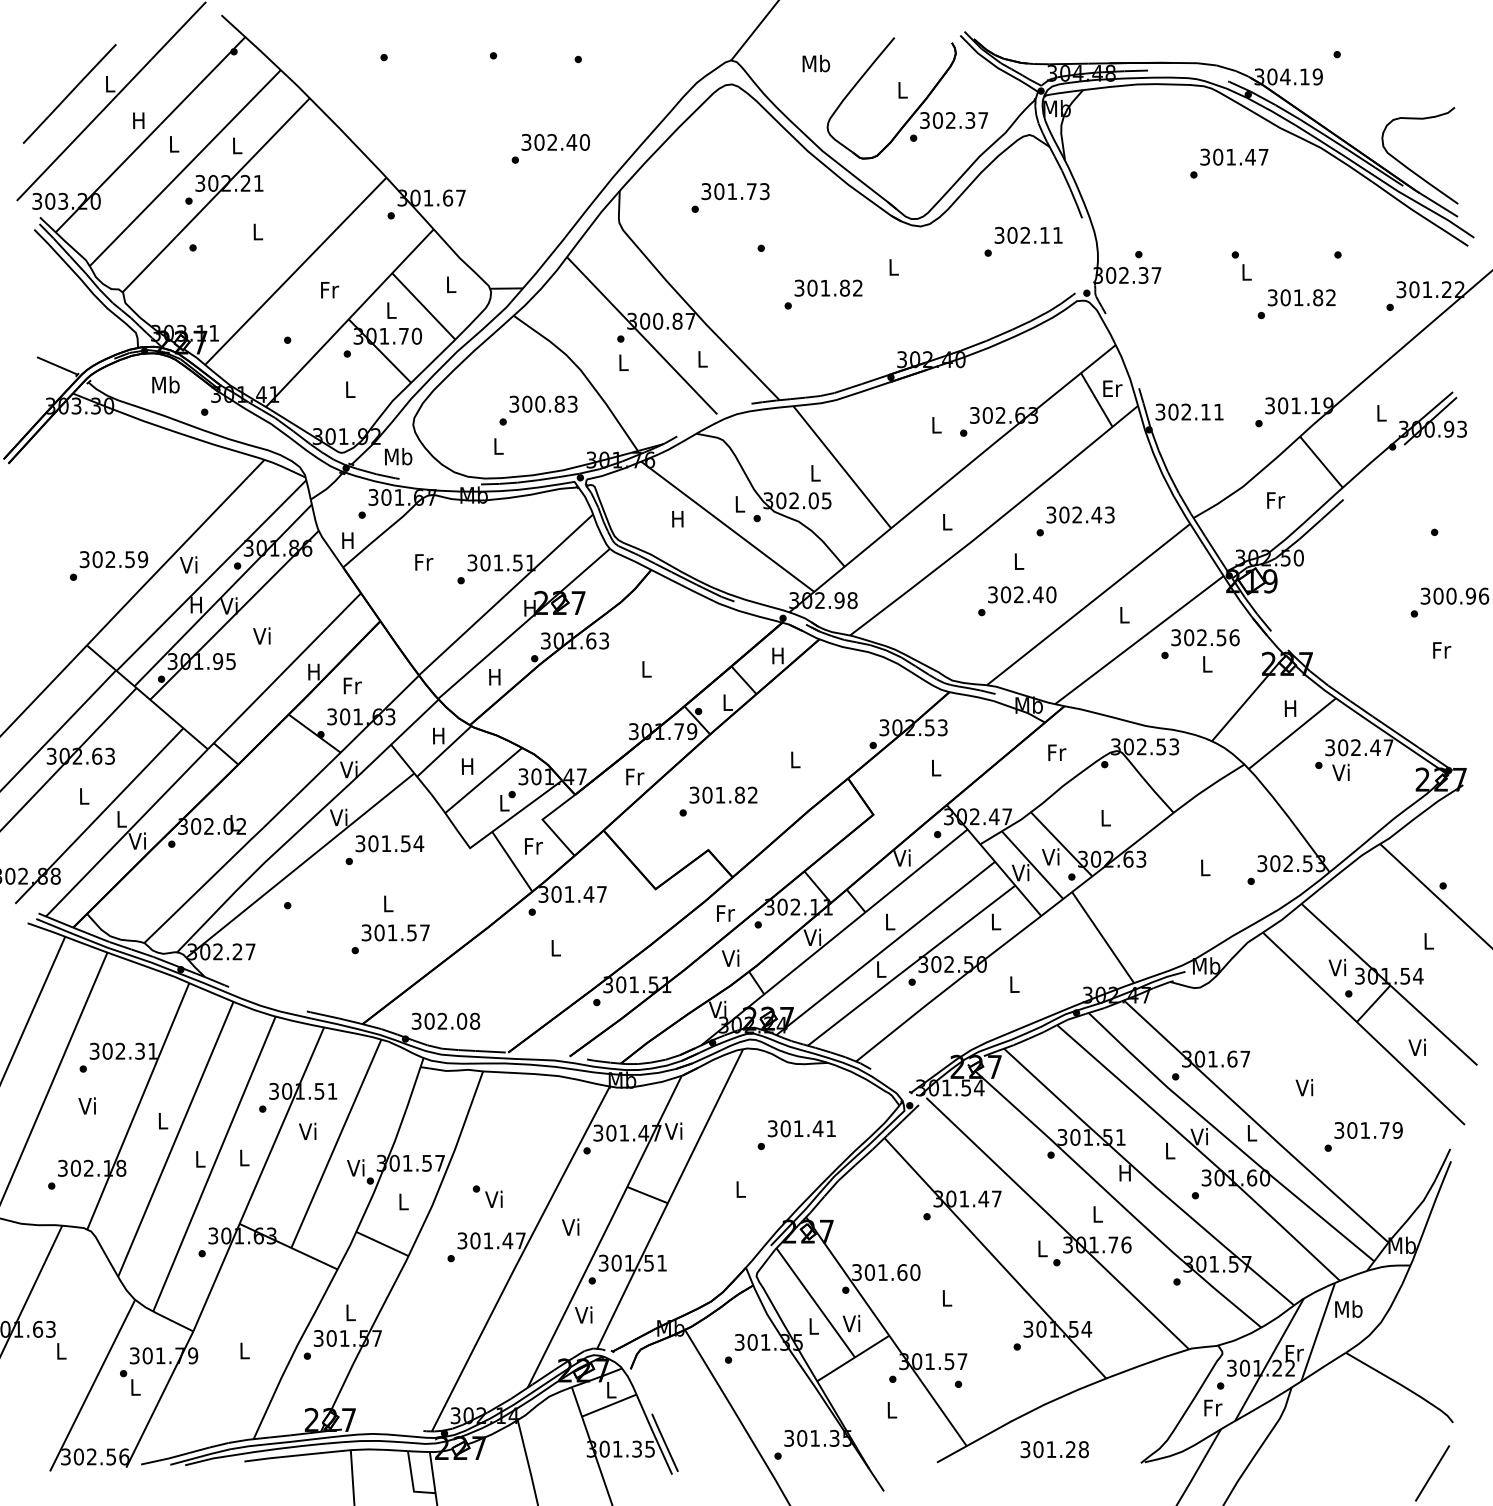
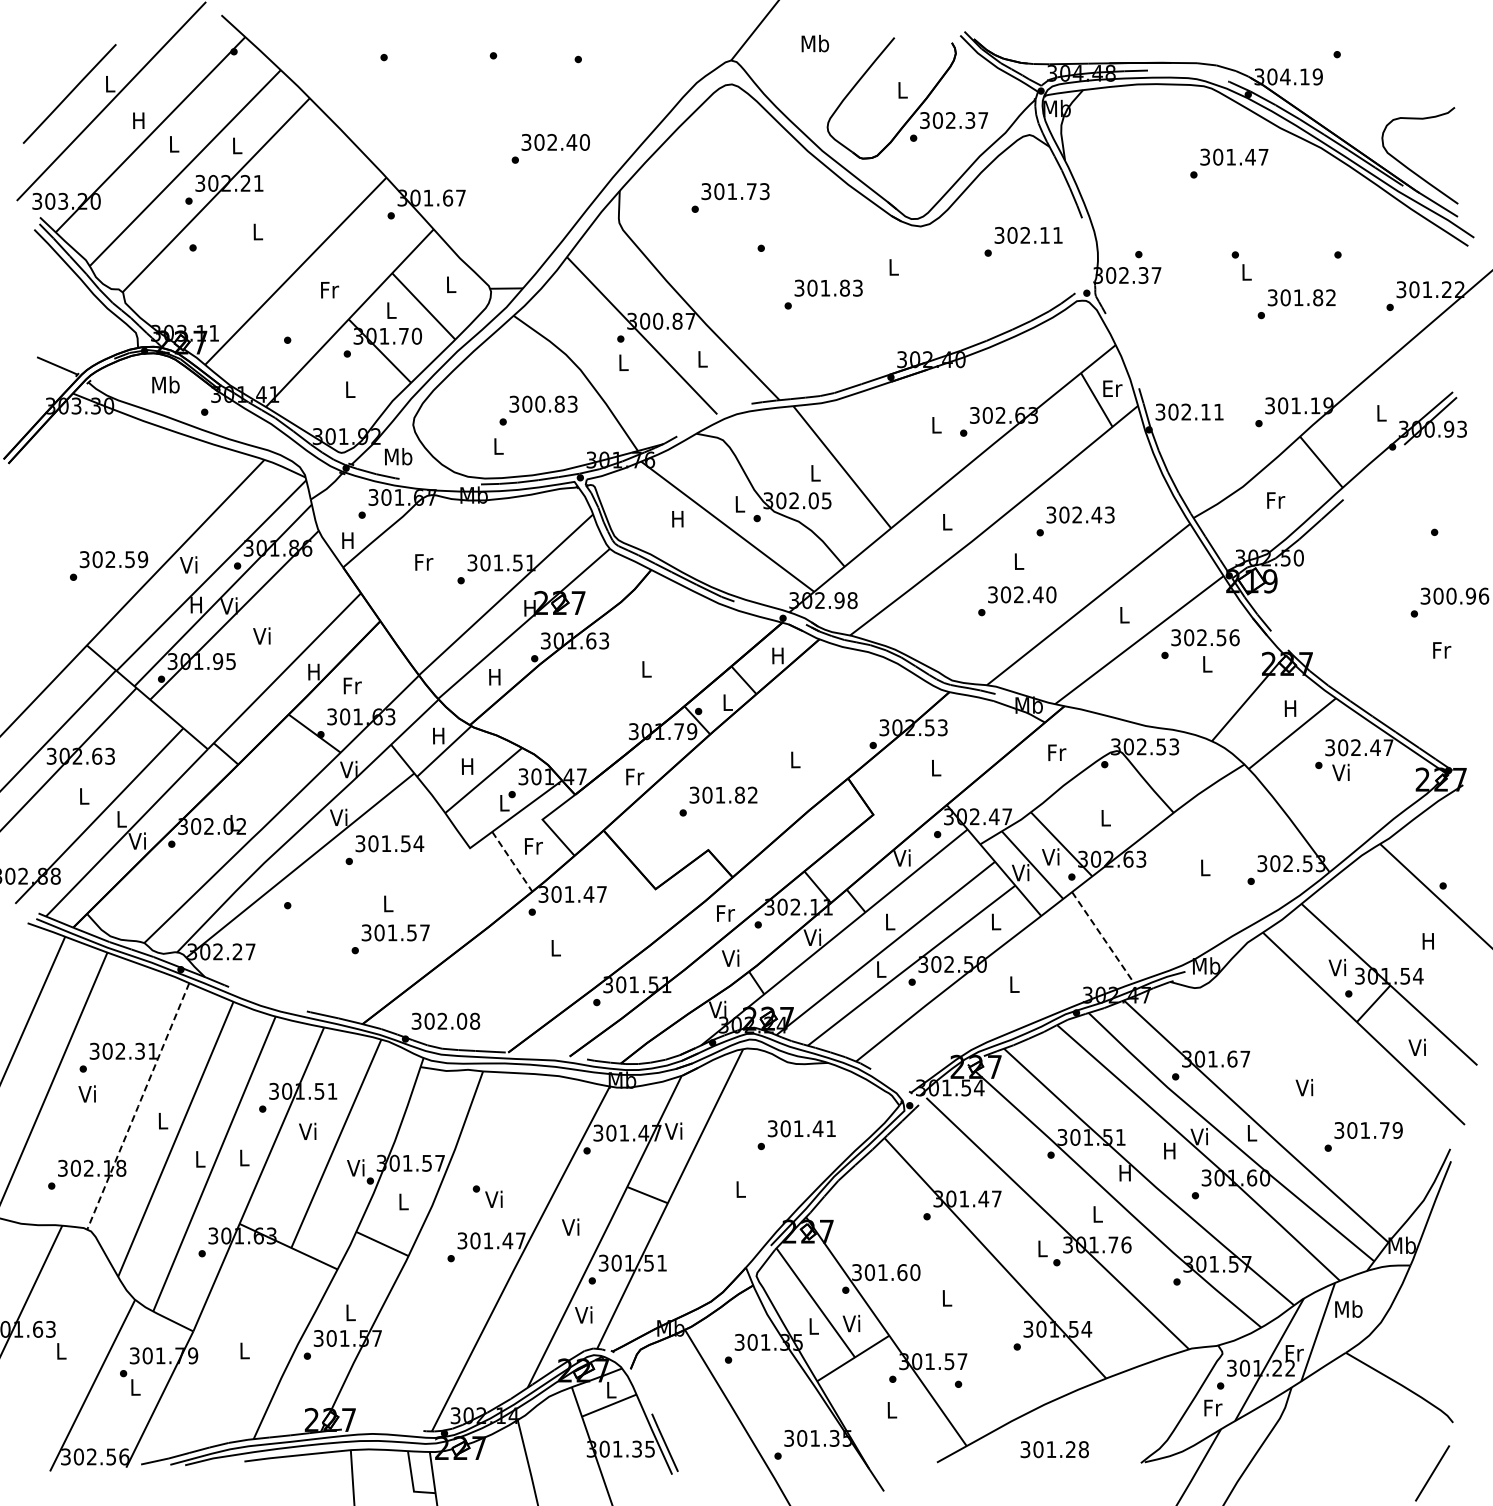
text at (816, 63) position: (816, 63) -> (815, 43)
text at (857, 288): 301.82 -> 301.83
line at (512, 861): solid -> dashed
line at (1103, 937): solid -> dashed
text at (1427, 941): L -> H
text at (86, 1105) position: (86, 1105) -> (86, 1093)
line at (138, 1106): solid -> dashed
text at (1169, 1150): L -> H
